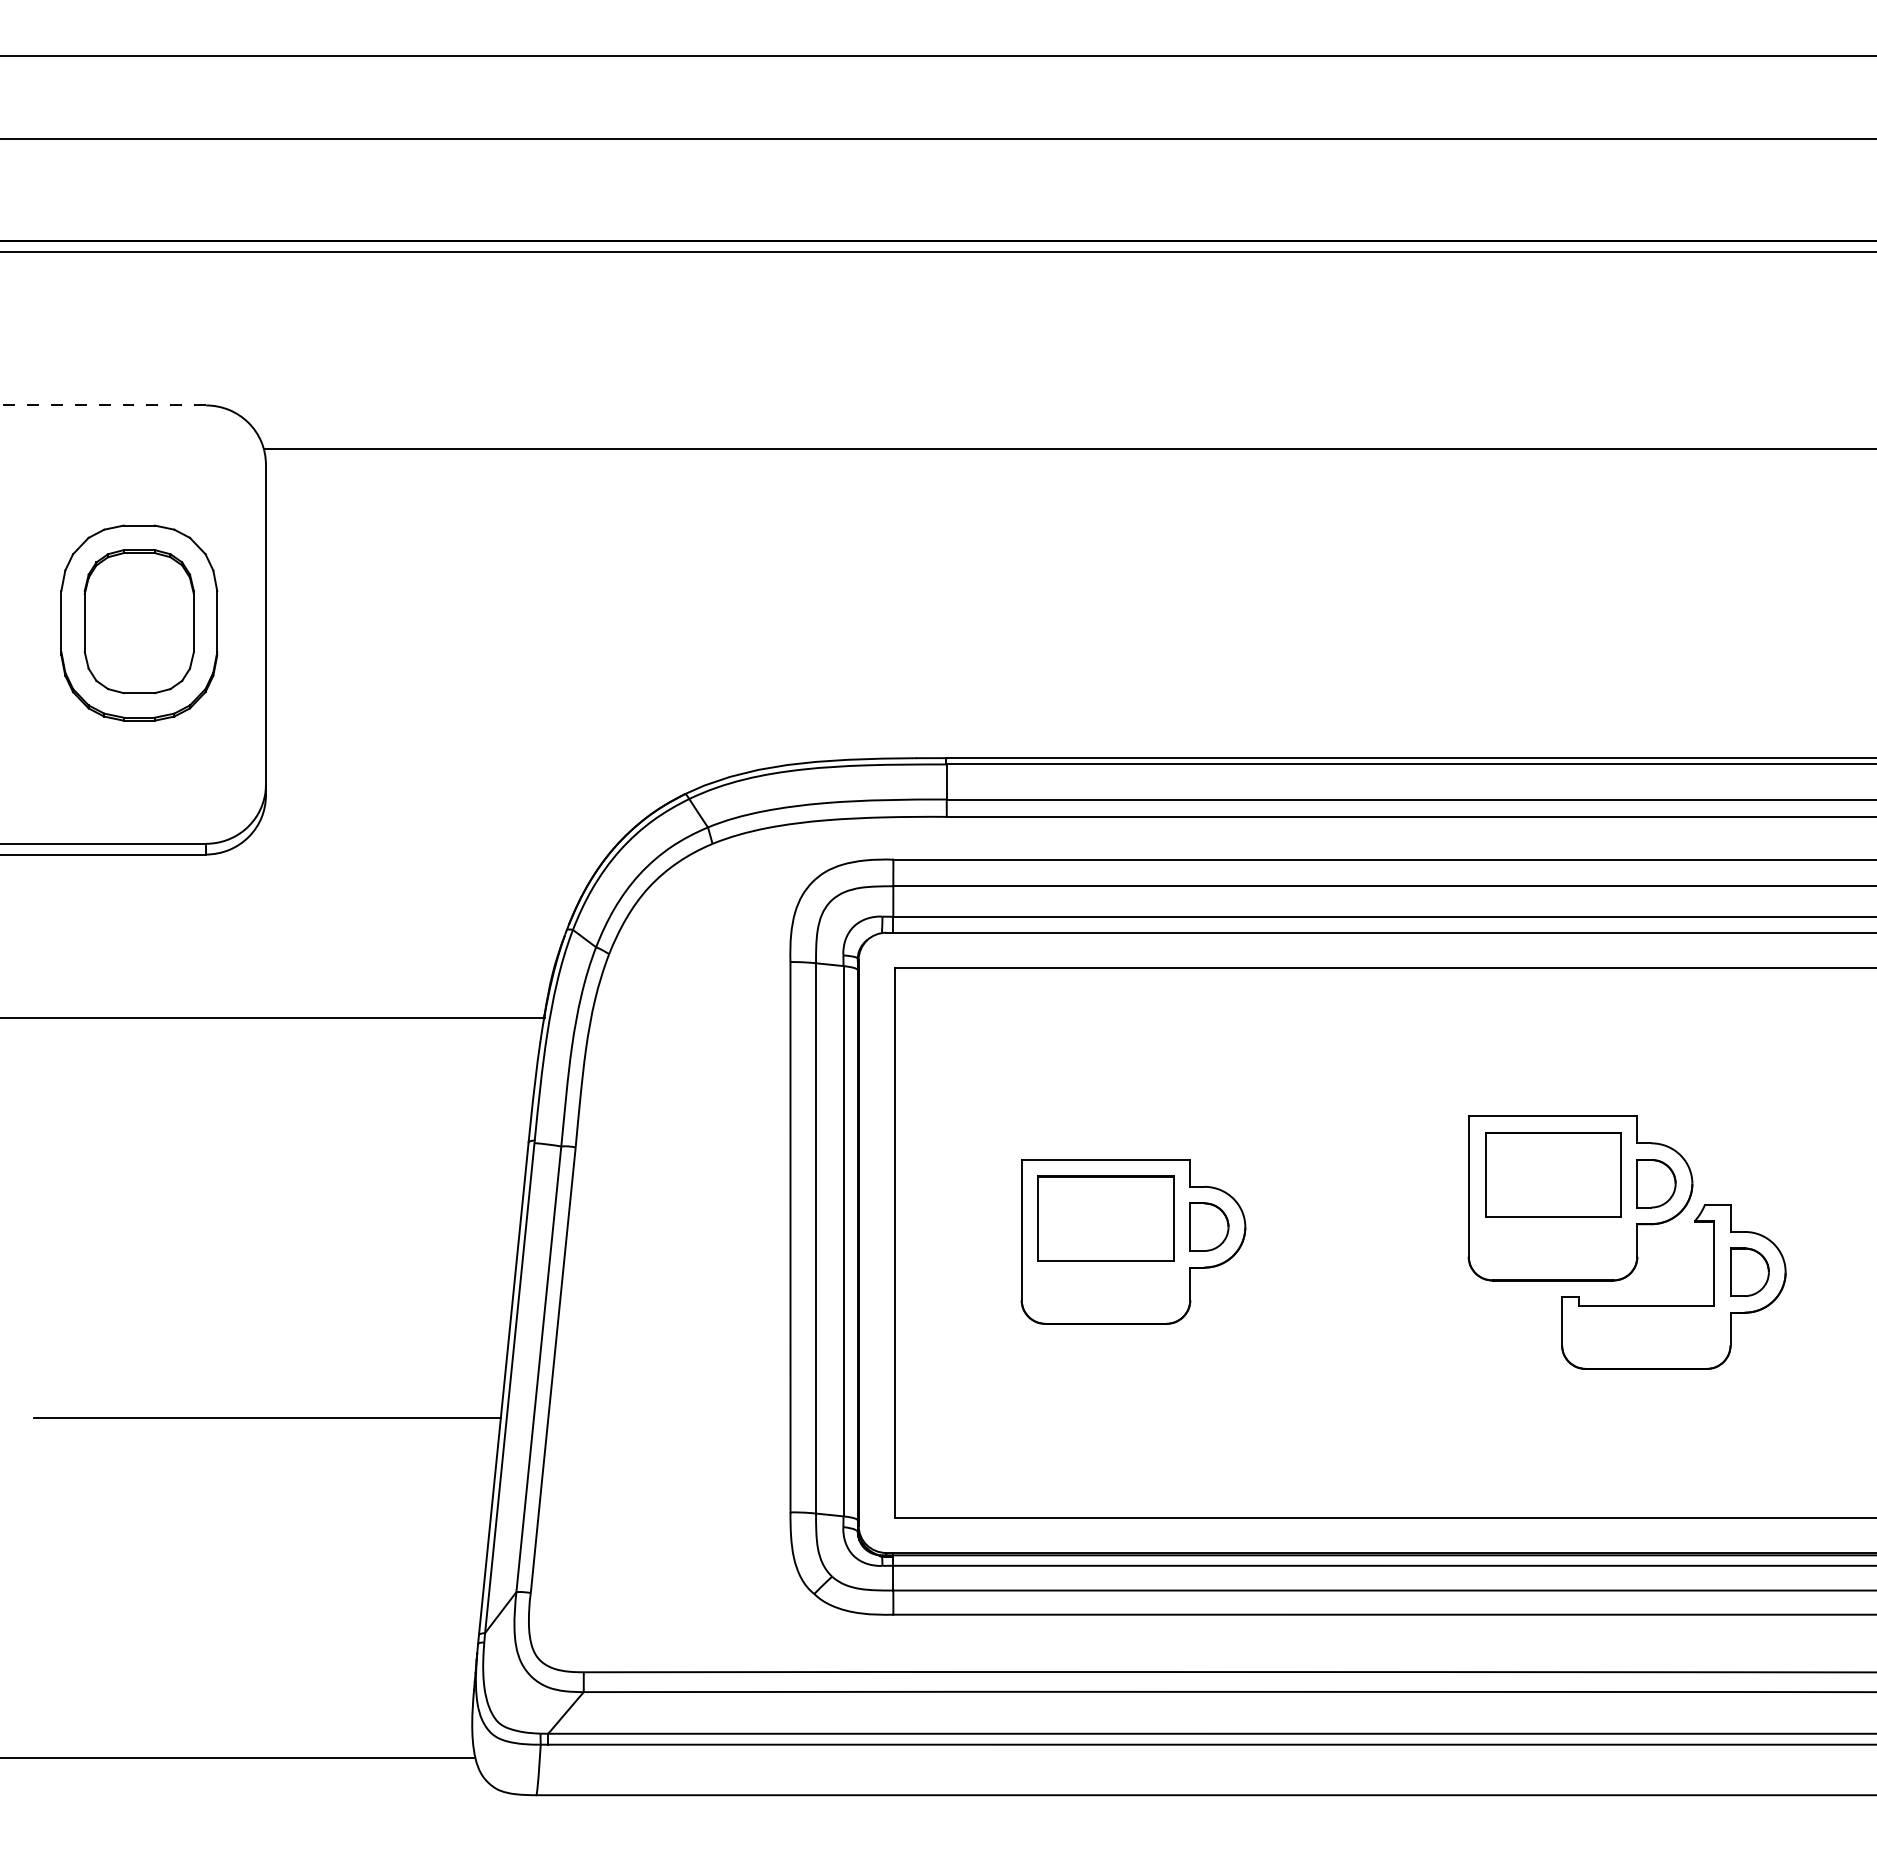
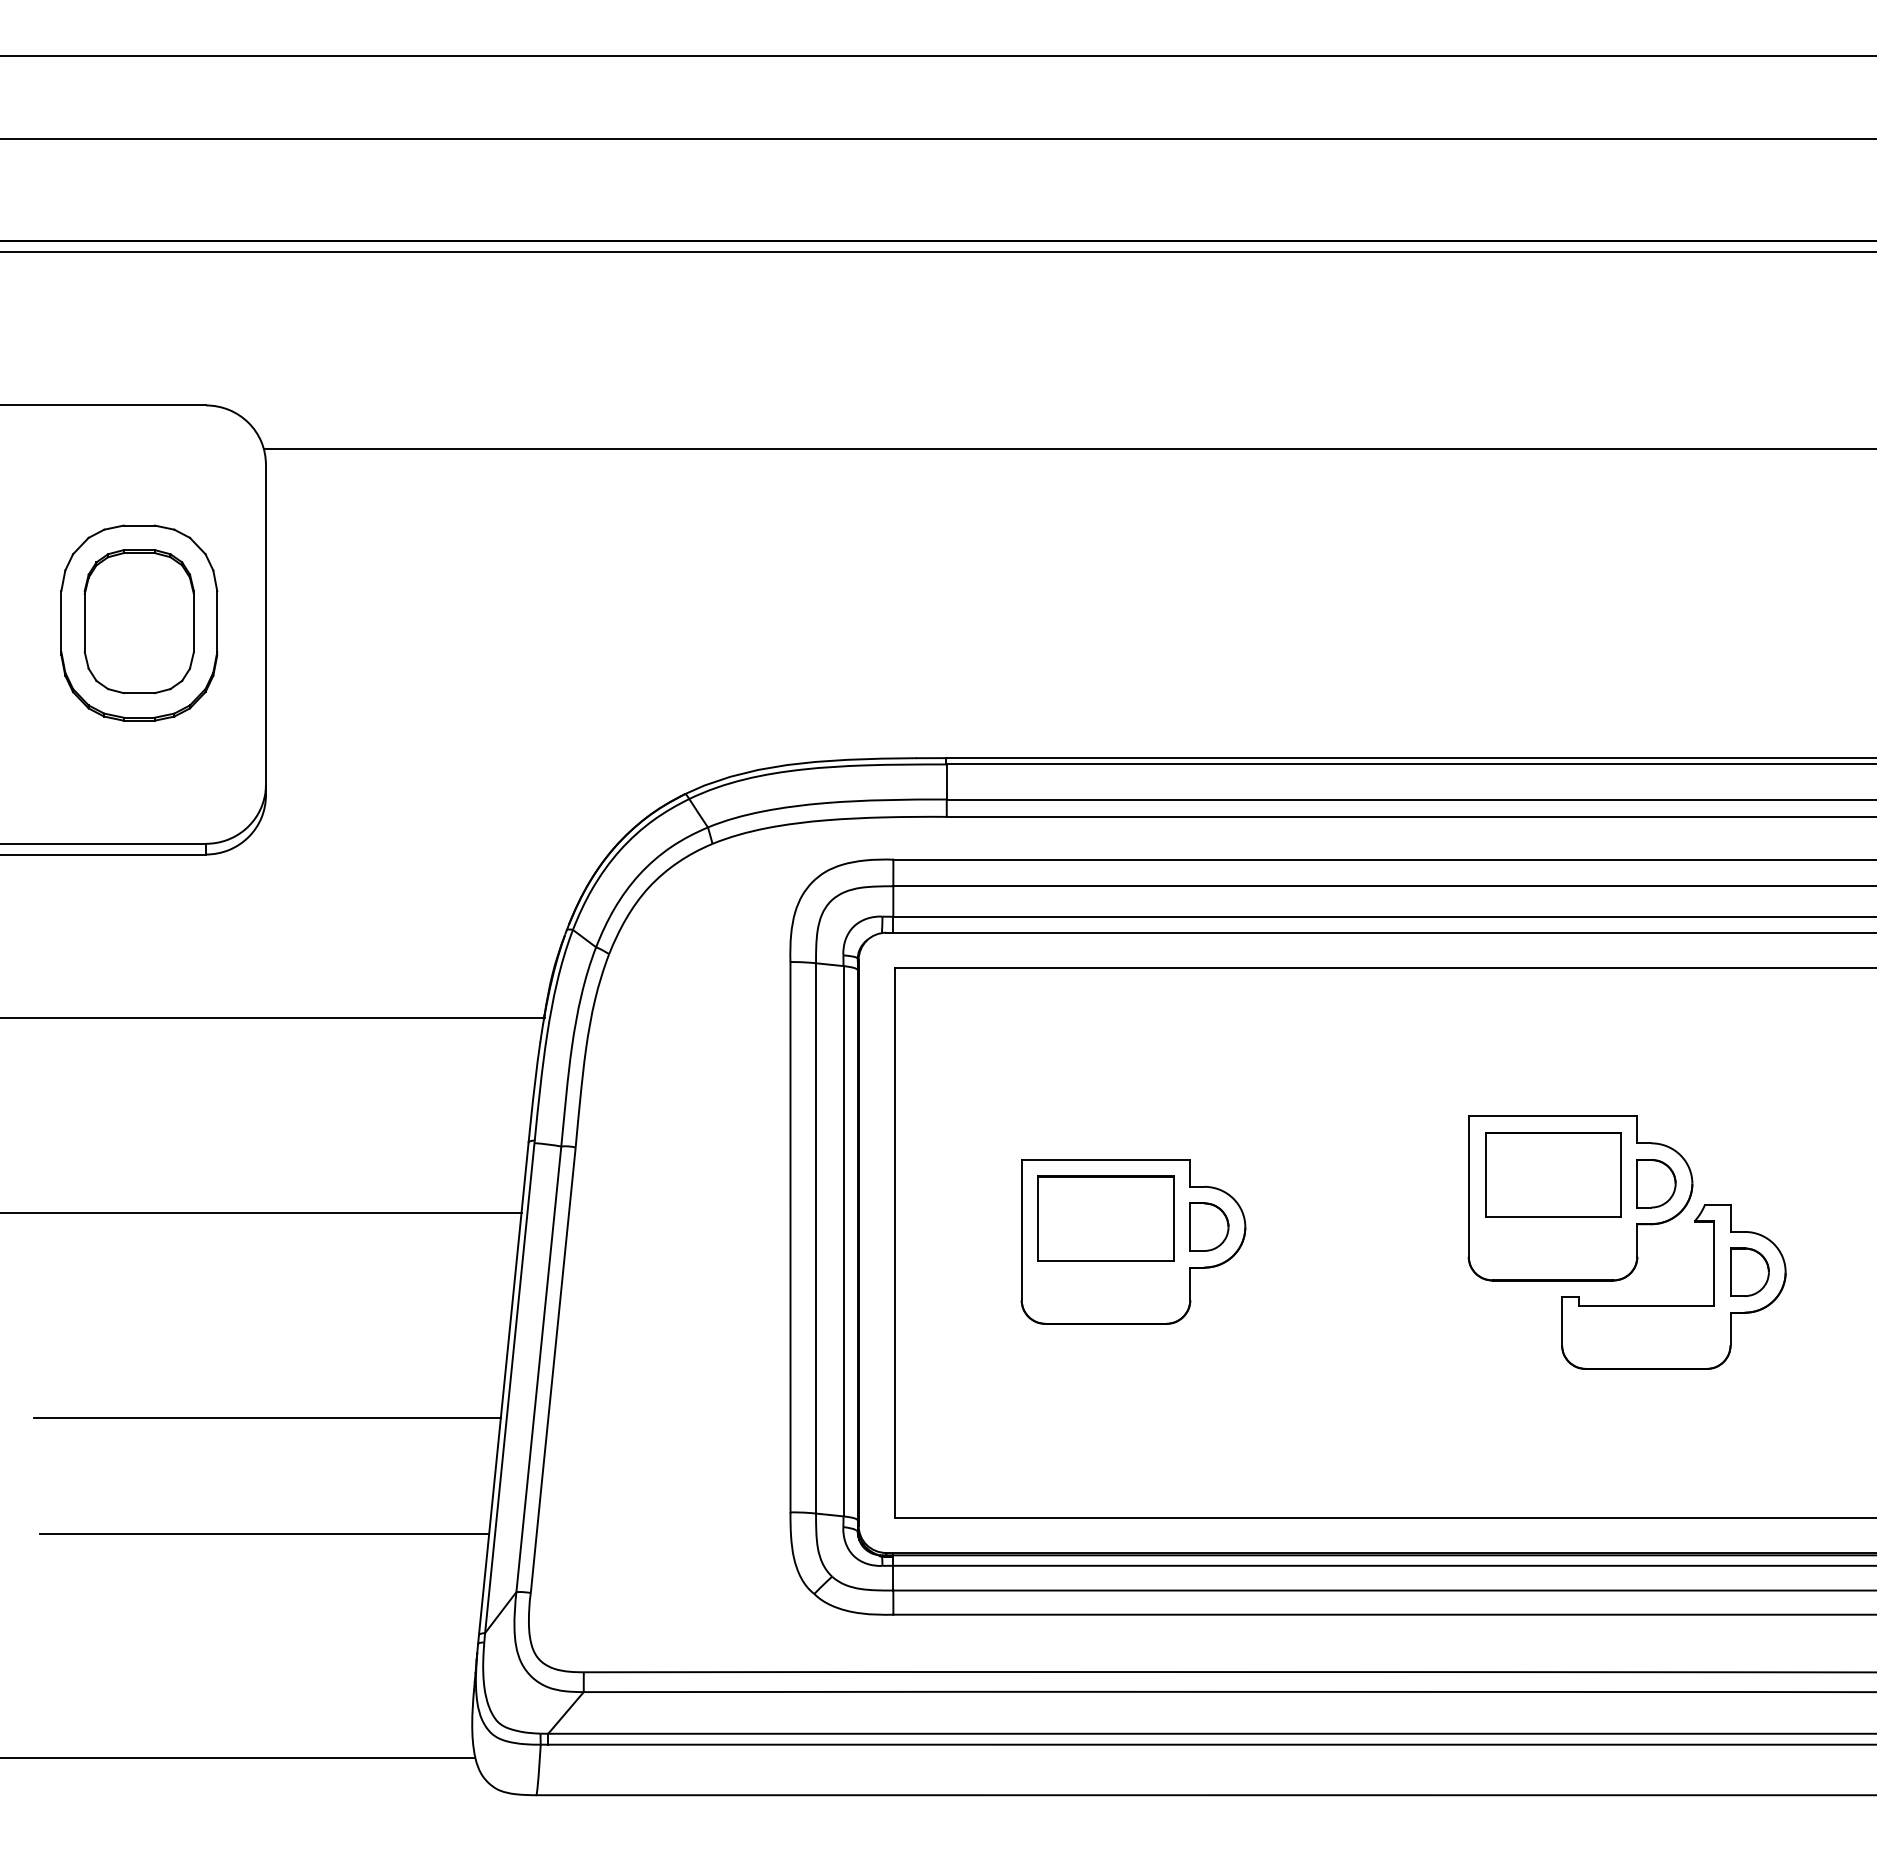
line at (103, 405): dashed -> solid
line at (261, 1212): none -> present
line at (264, 1533): none -> present
